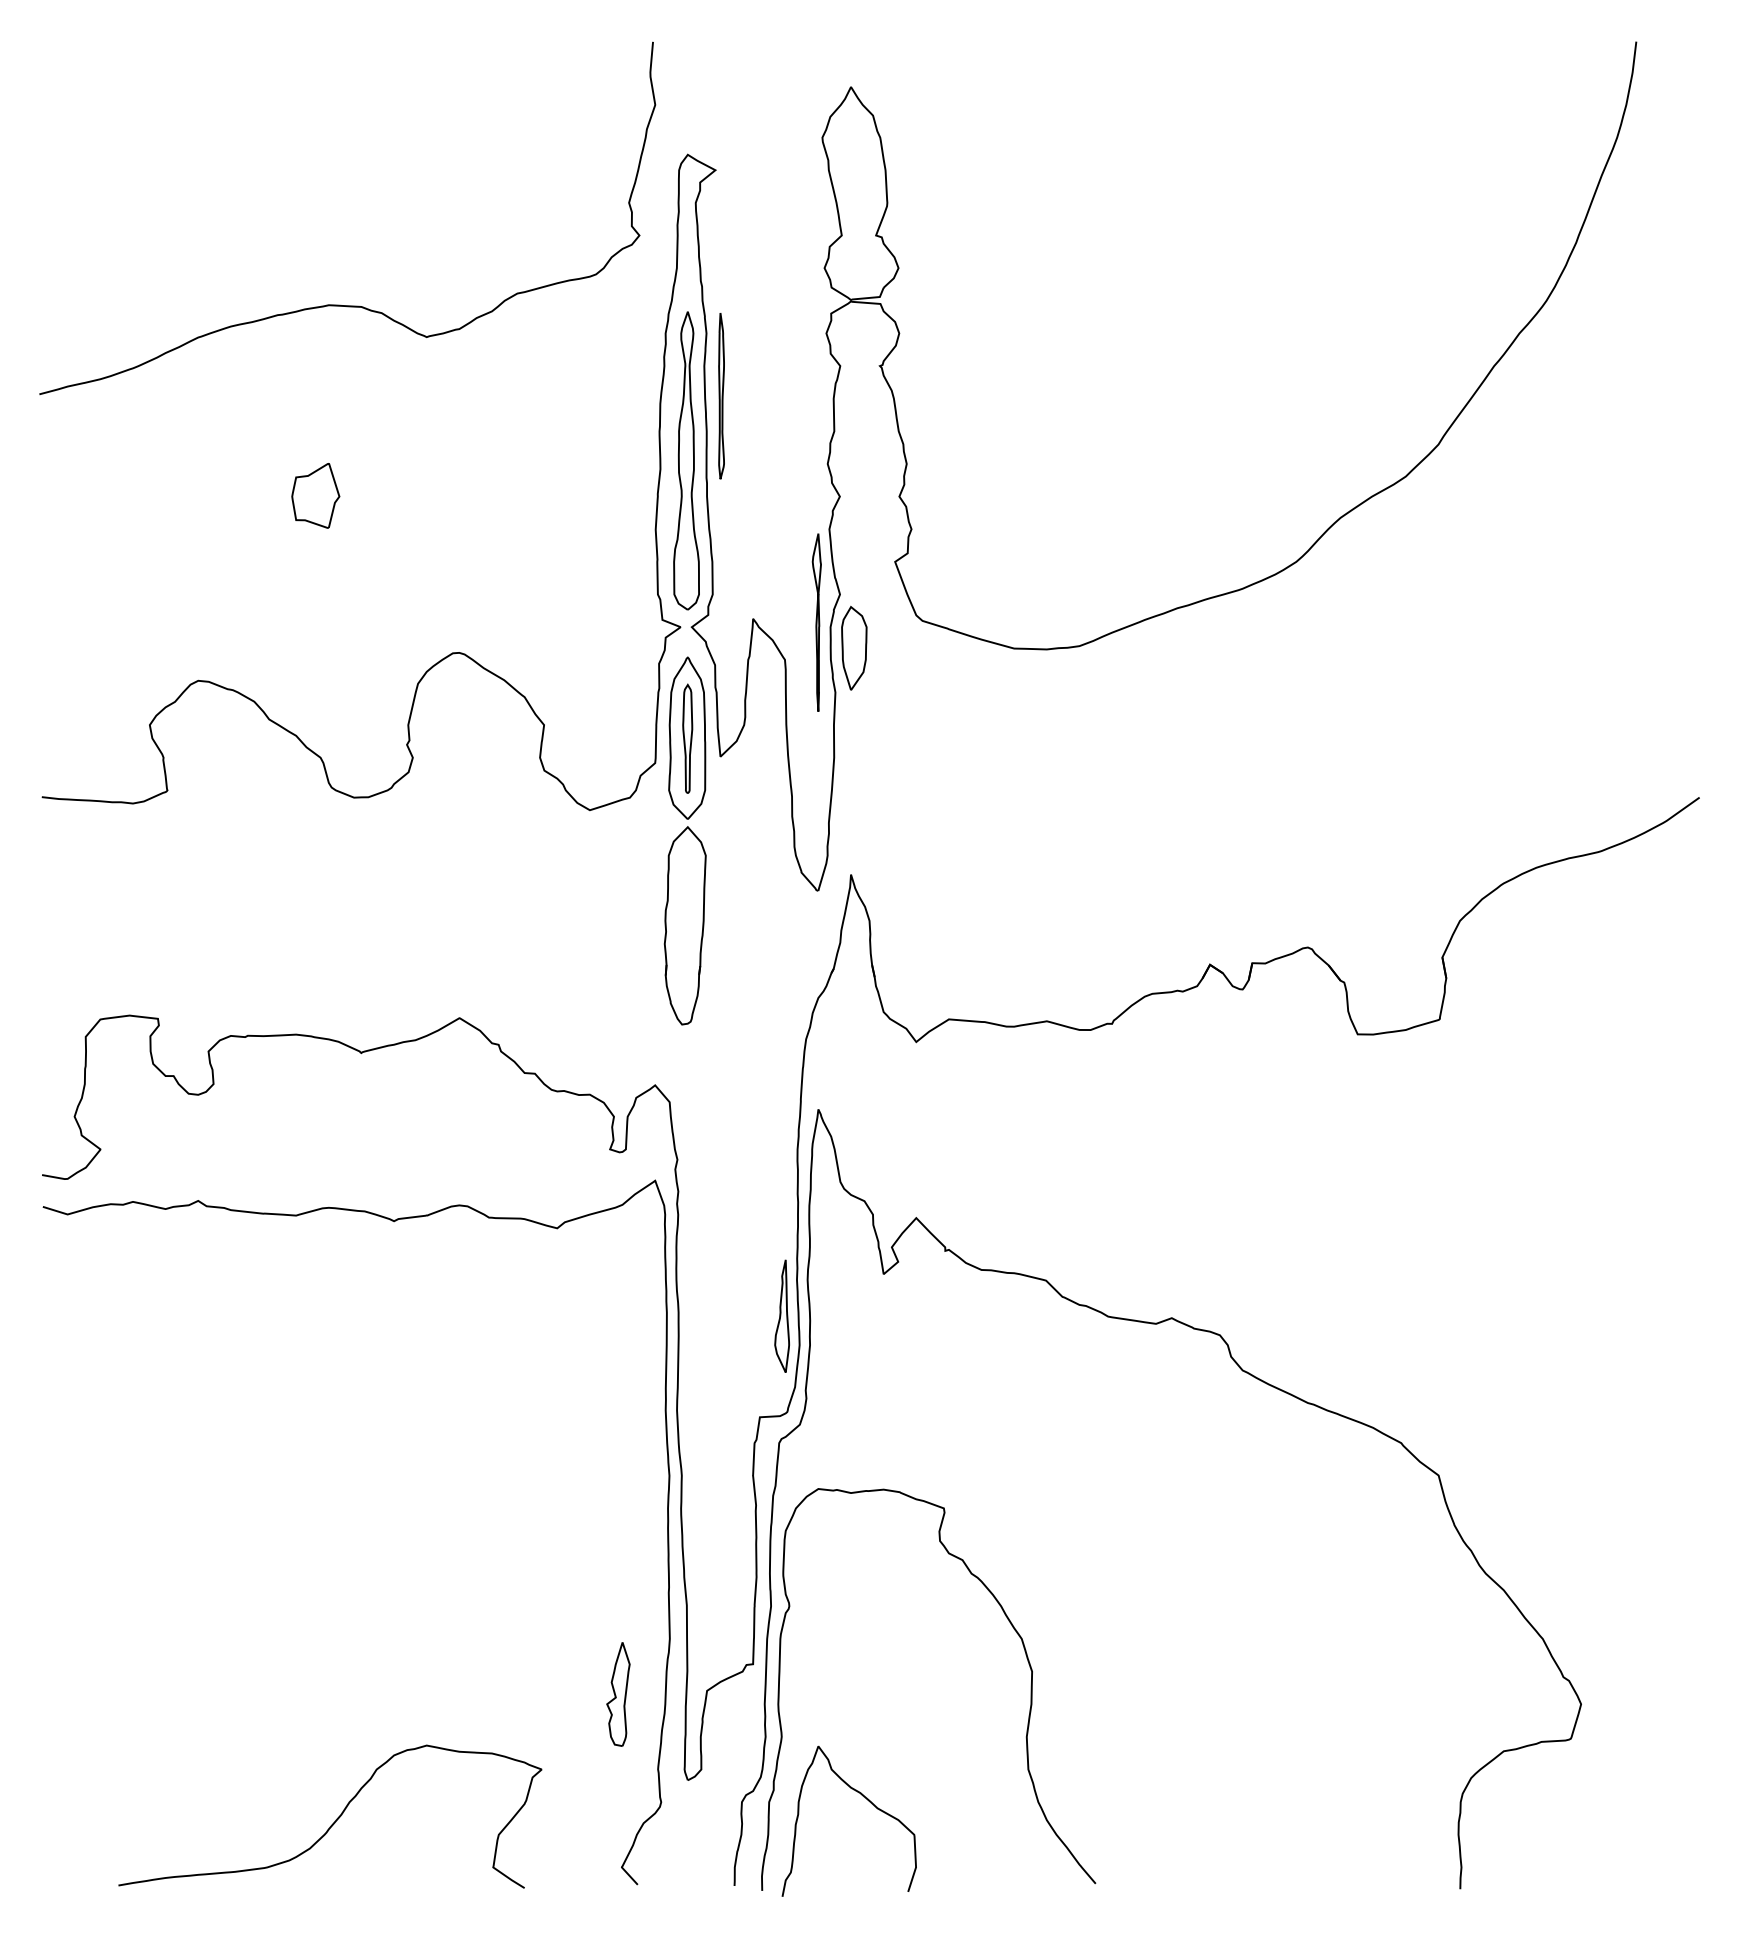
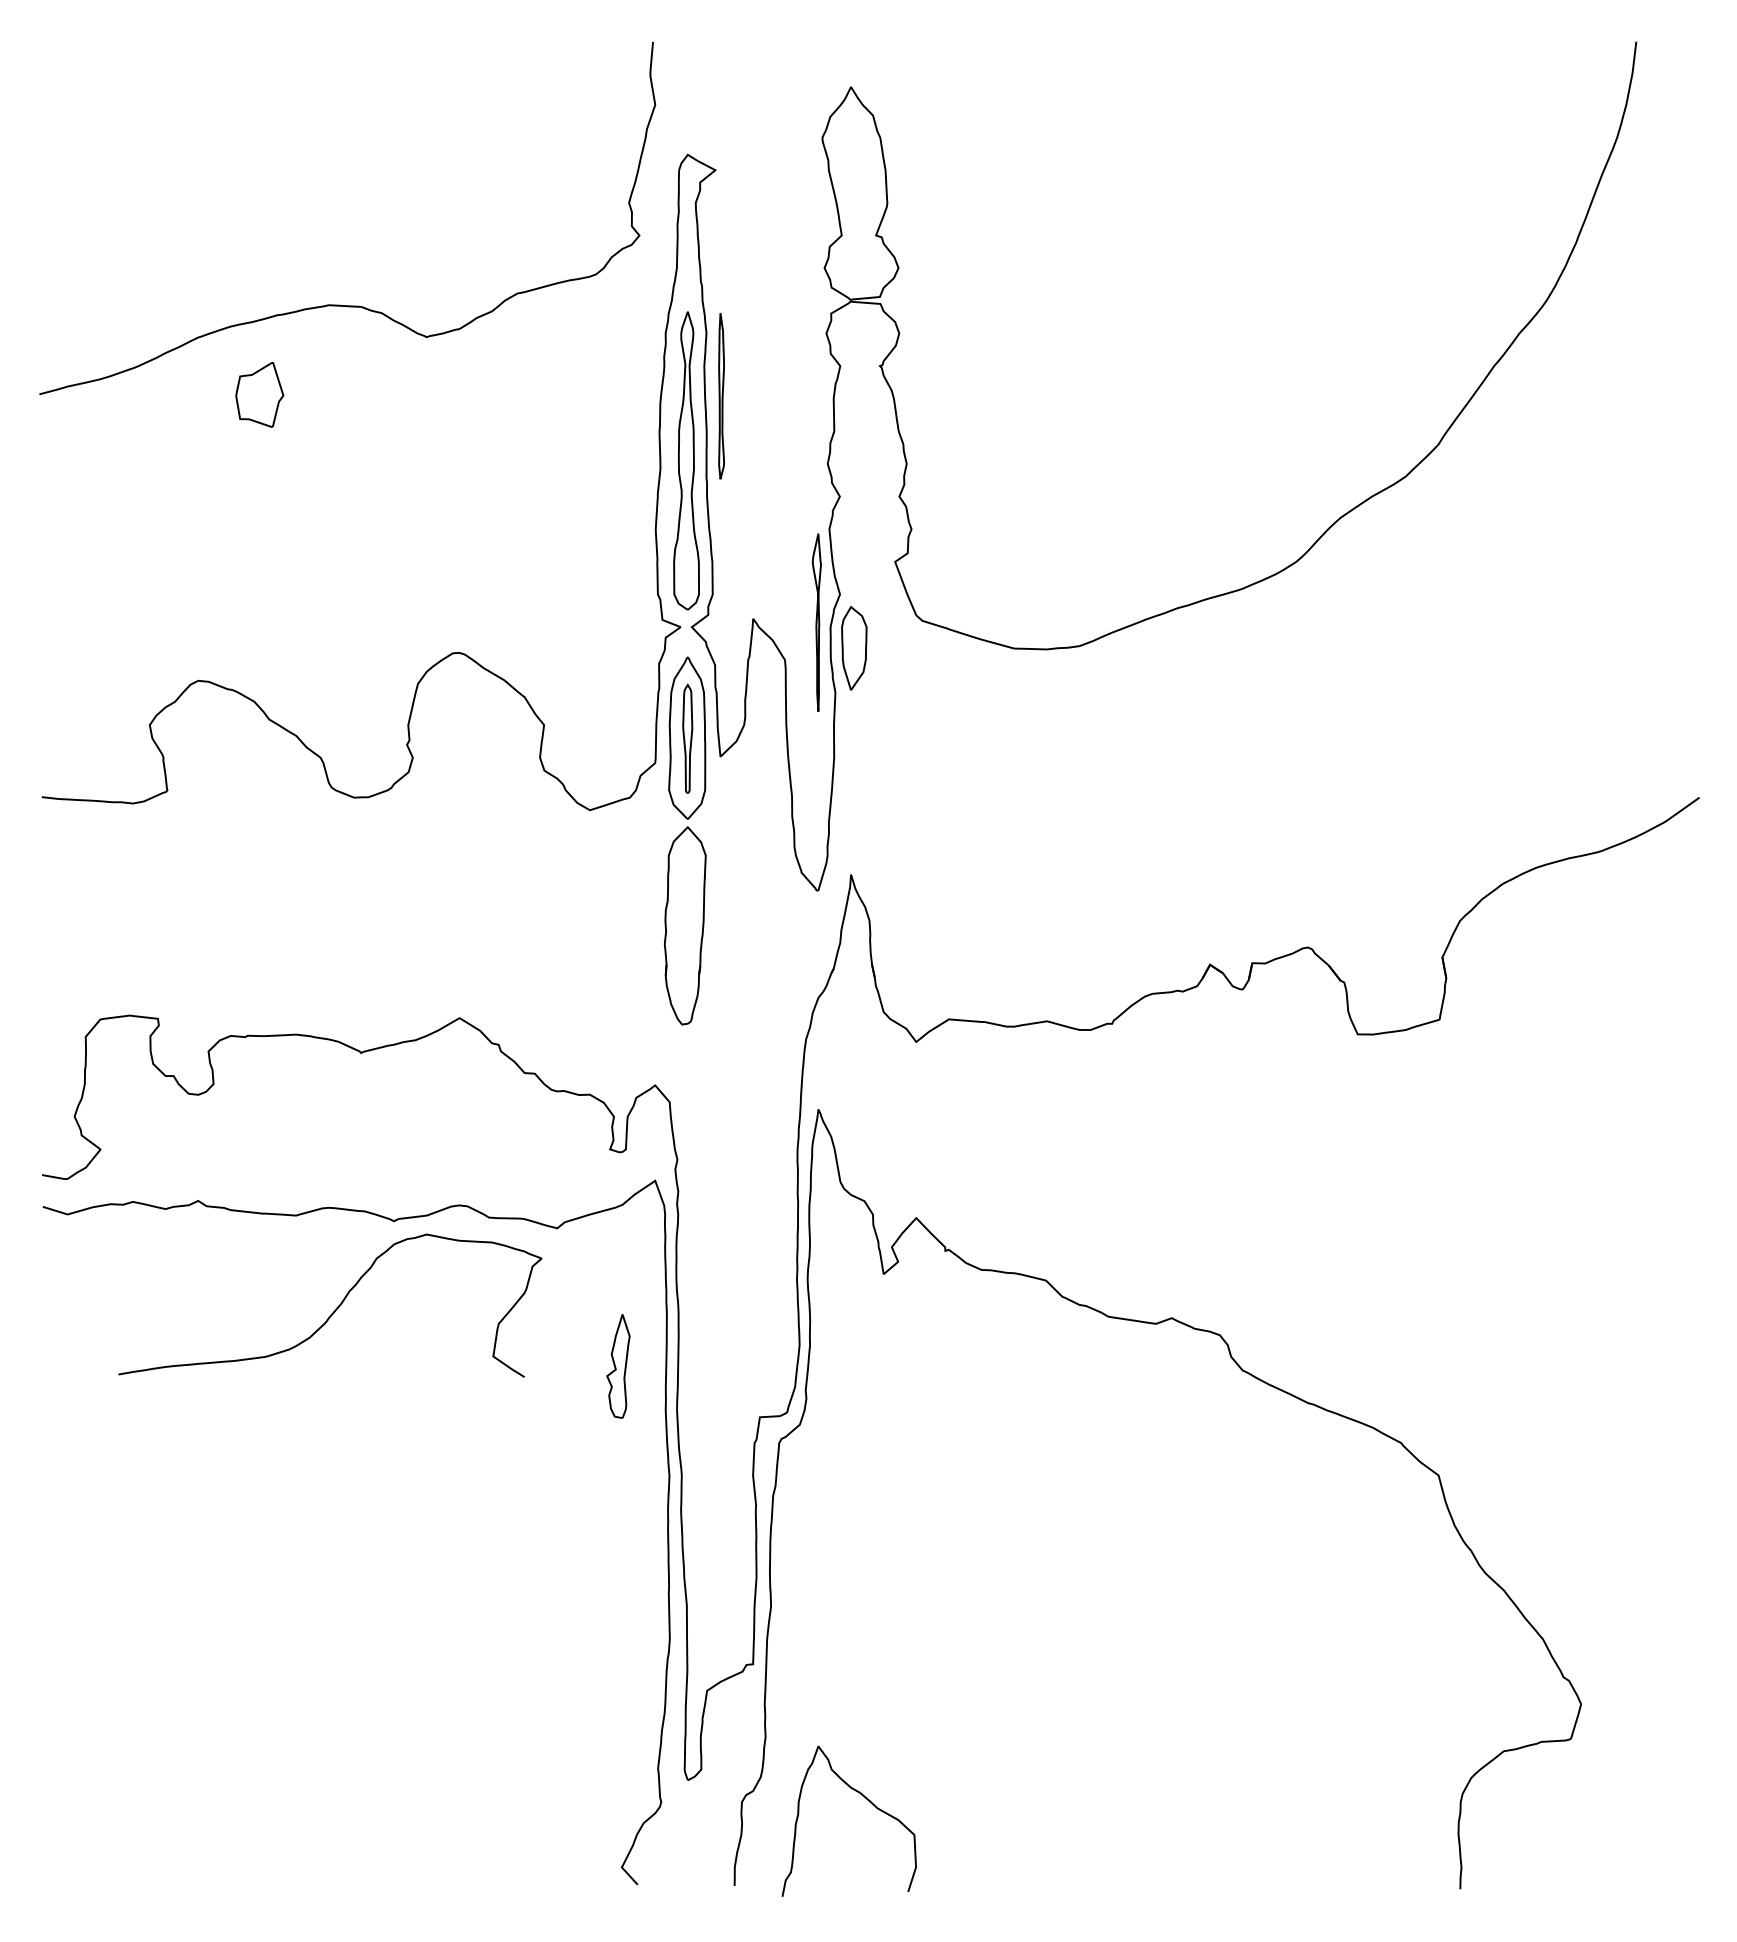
part at (315, 495) position: (315, 495) -> (259, 394)
part at (781, 1315): present -> none
curve at (1030, 1689): present -> none
part at (618, 1694) position: (618, 1694) -> (618, 1366)
curve at (336, 1818) position: (336, 1818) -> (336, 1307)
